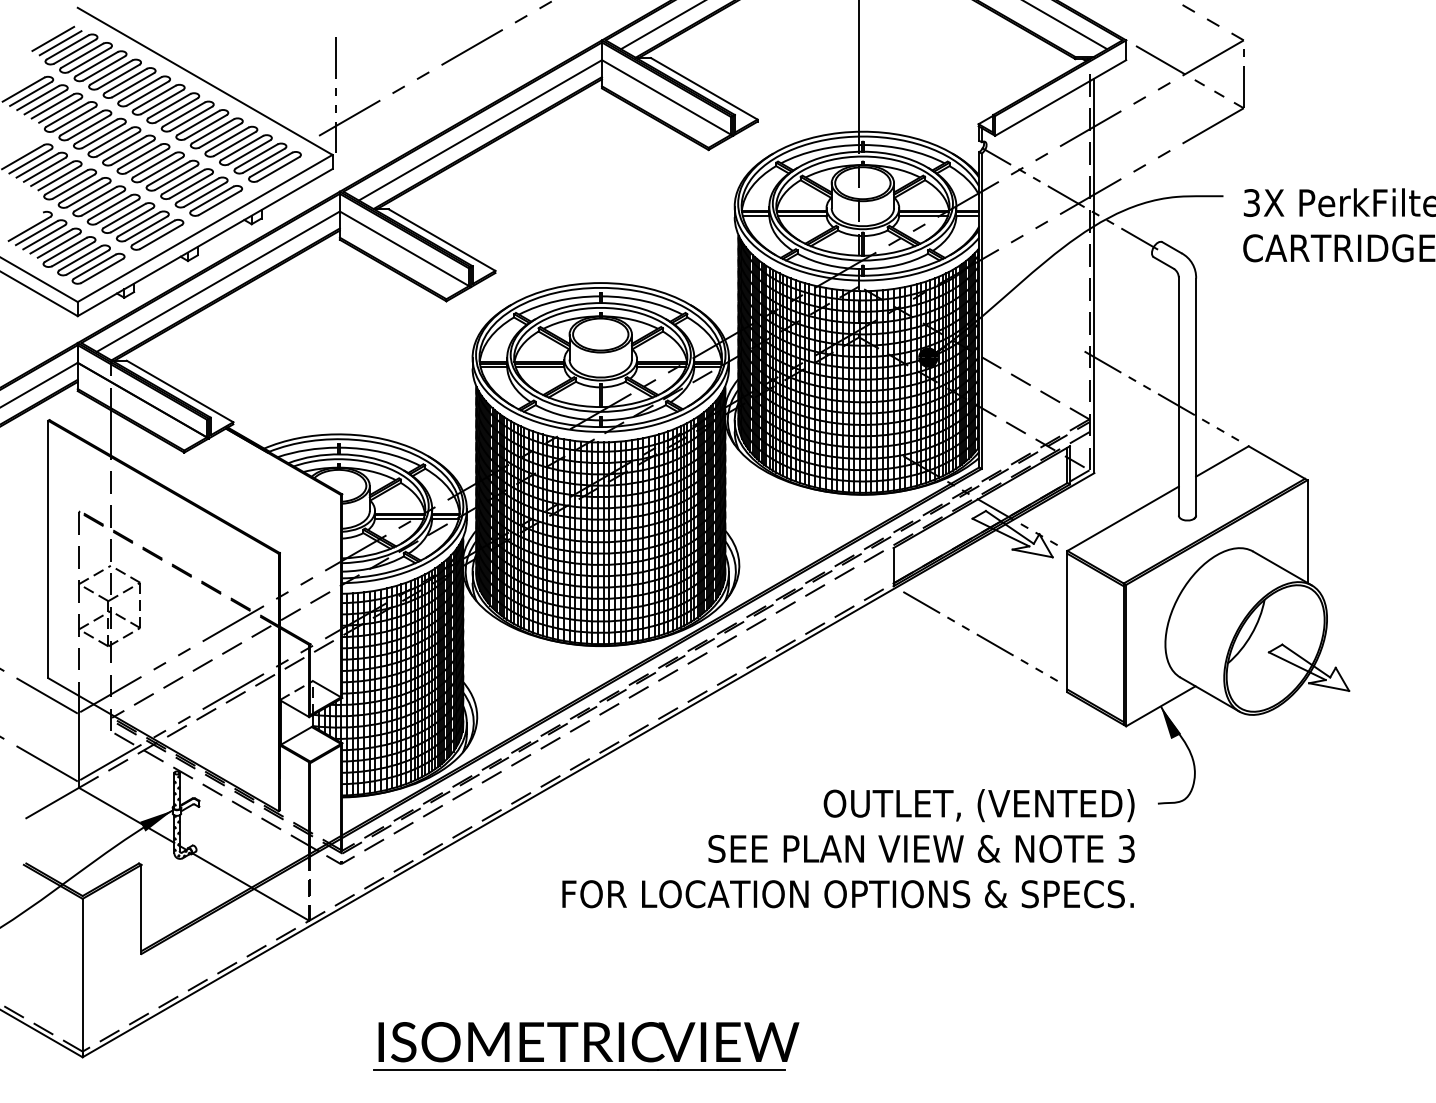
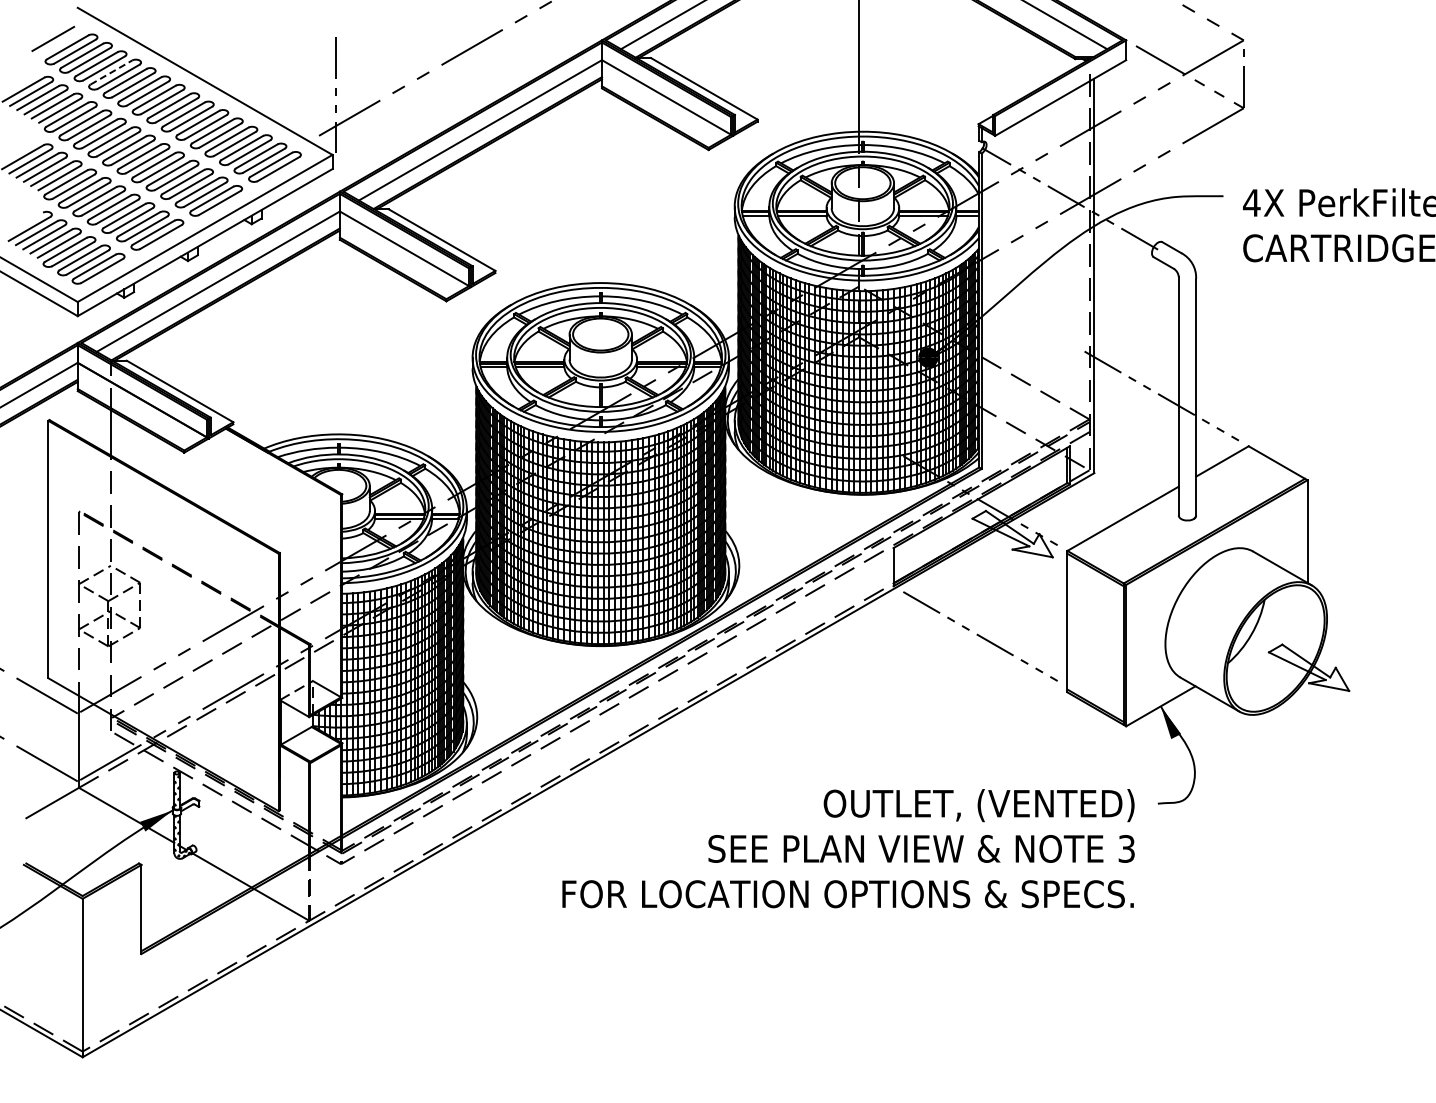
line at (60, 43): present -> none
line at (111, 72): solid -> dashed
text at (1251, 203): 3X -> 4X
part at (586, 1046): present -> none
